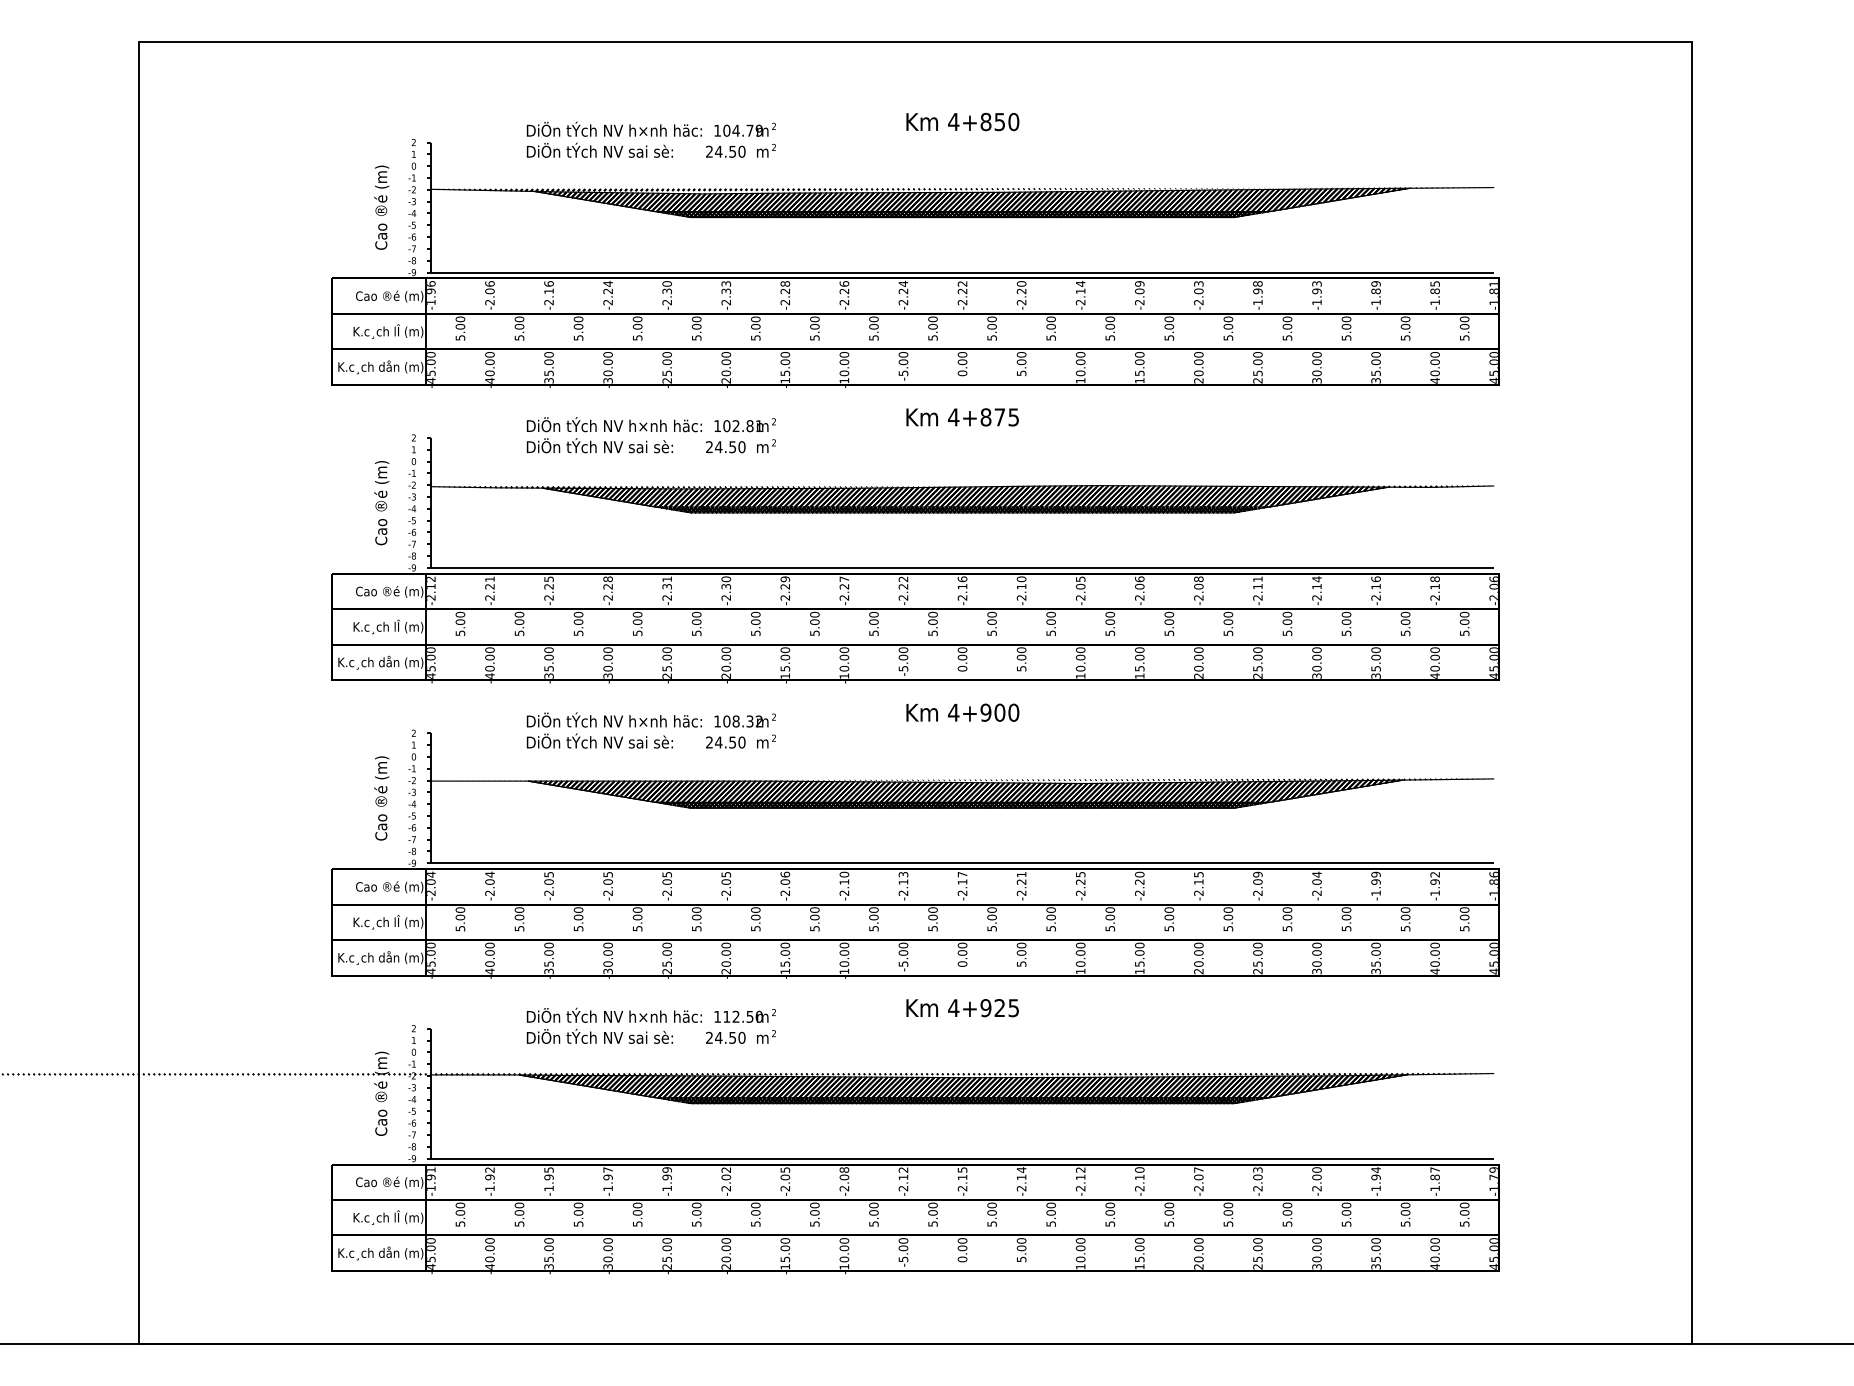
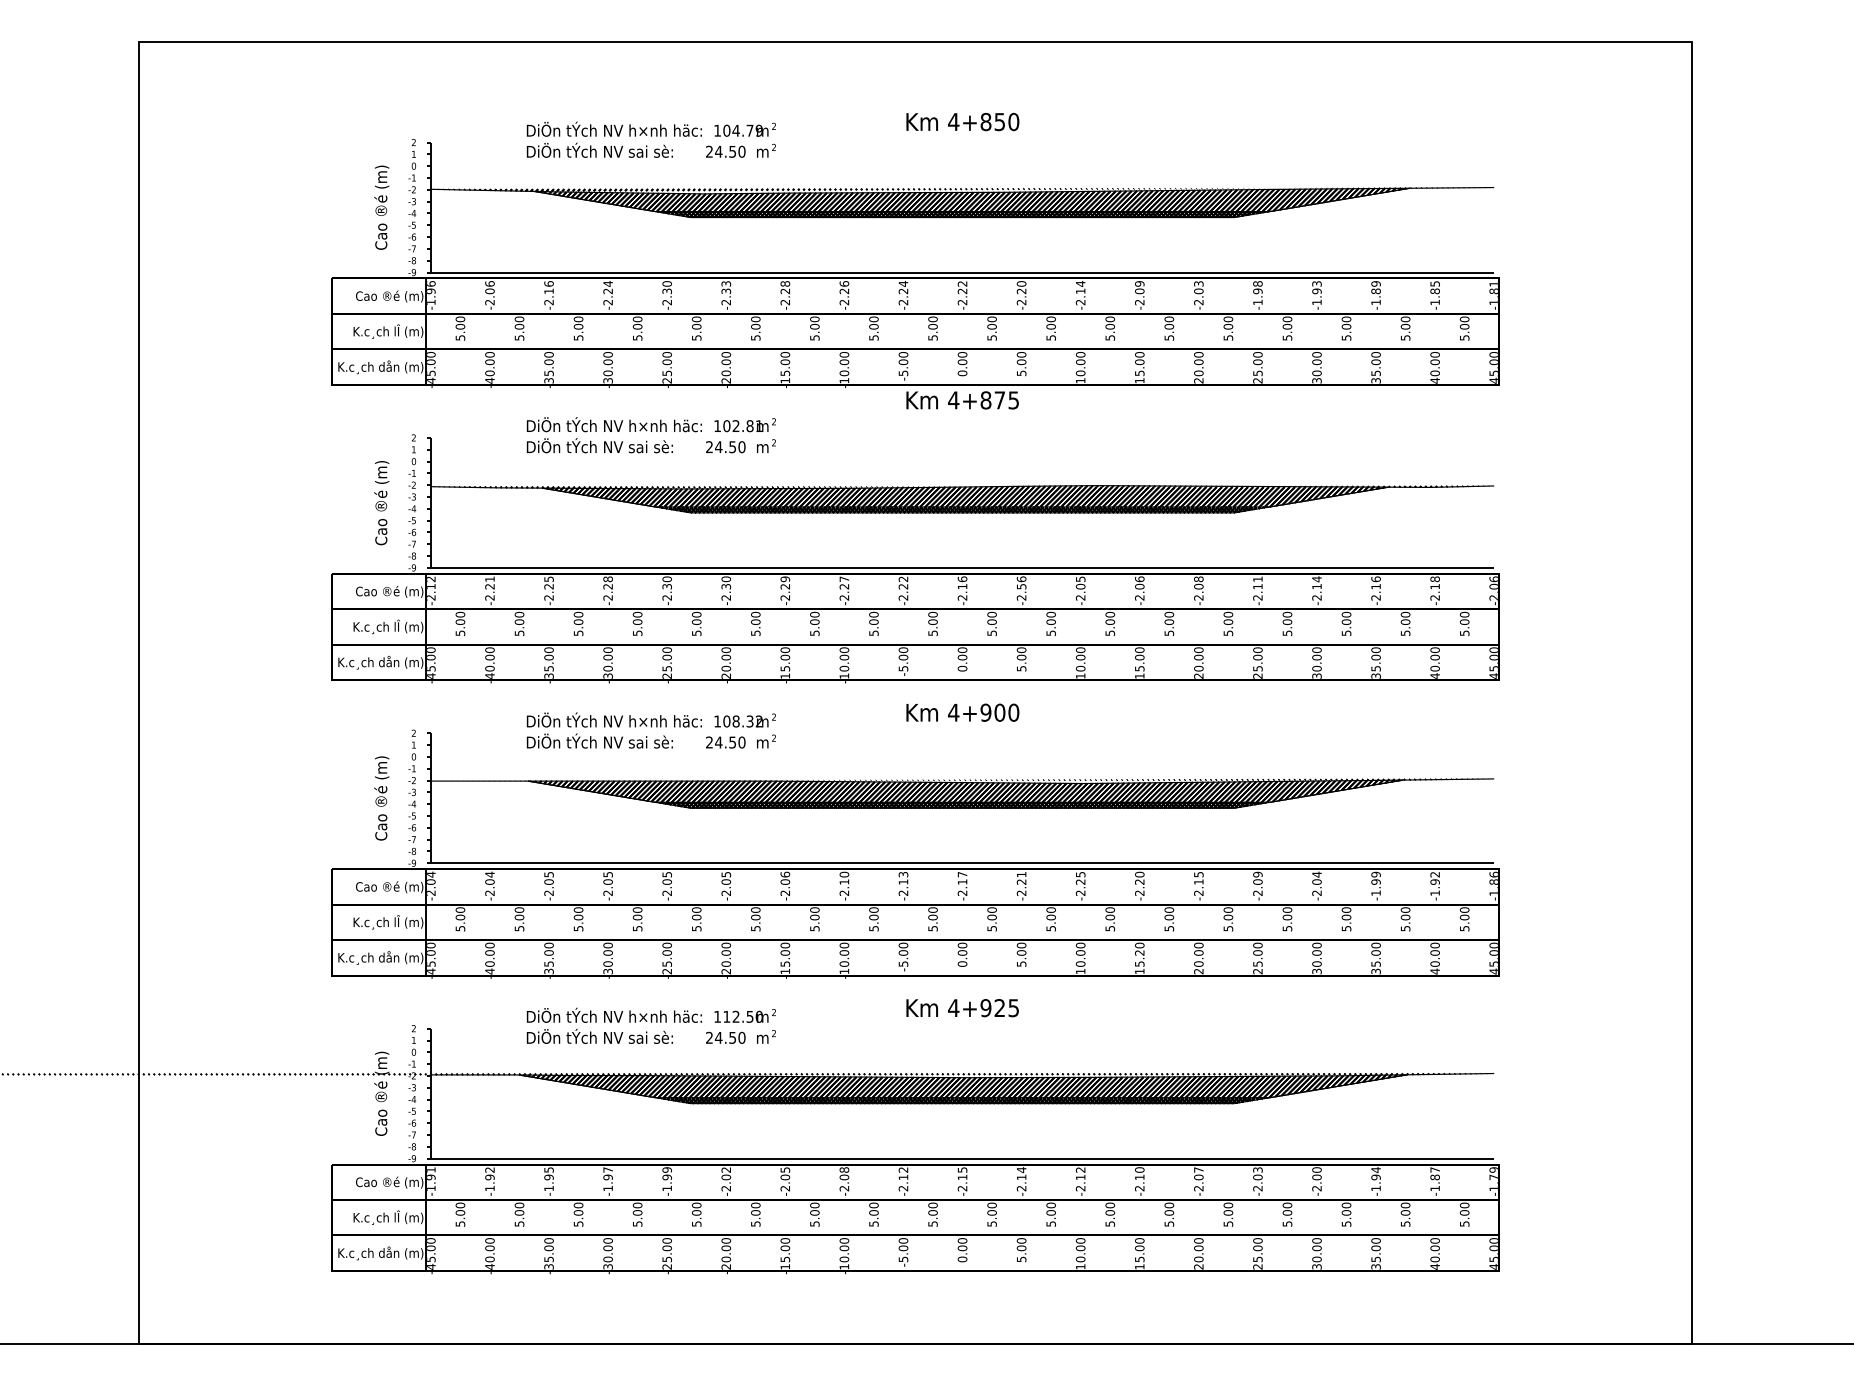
text at (962, 417) position: (962, 417) -> (962, 400)
text at (666, 579): -2.31 -> -2.30
text at (1021, 582): -2.10 -> -2.56
text at (1139, 952): 15.00 -> 15.20
